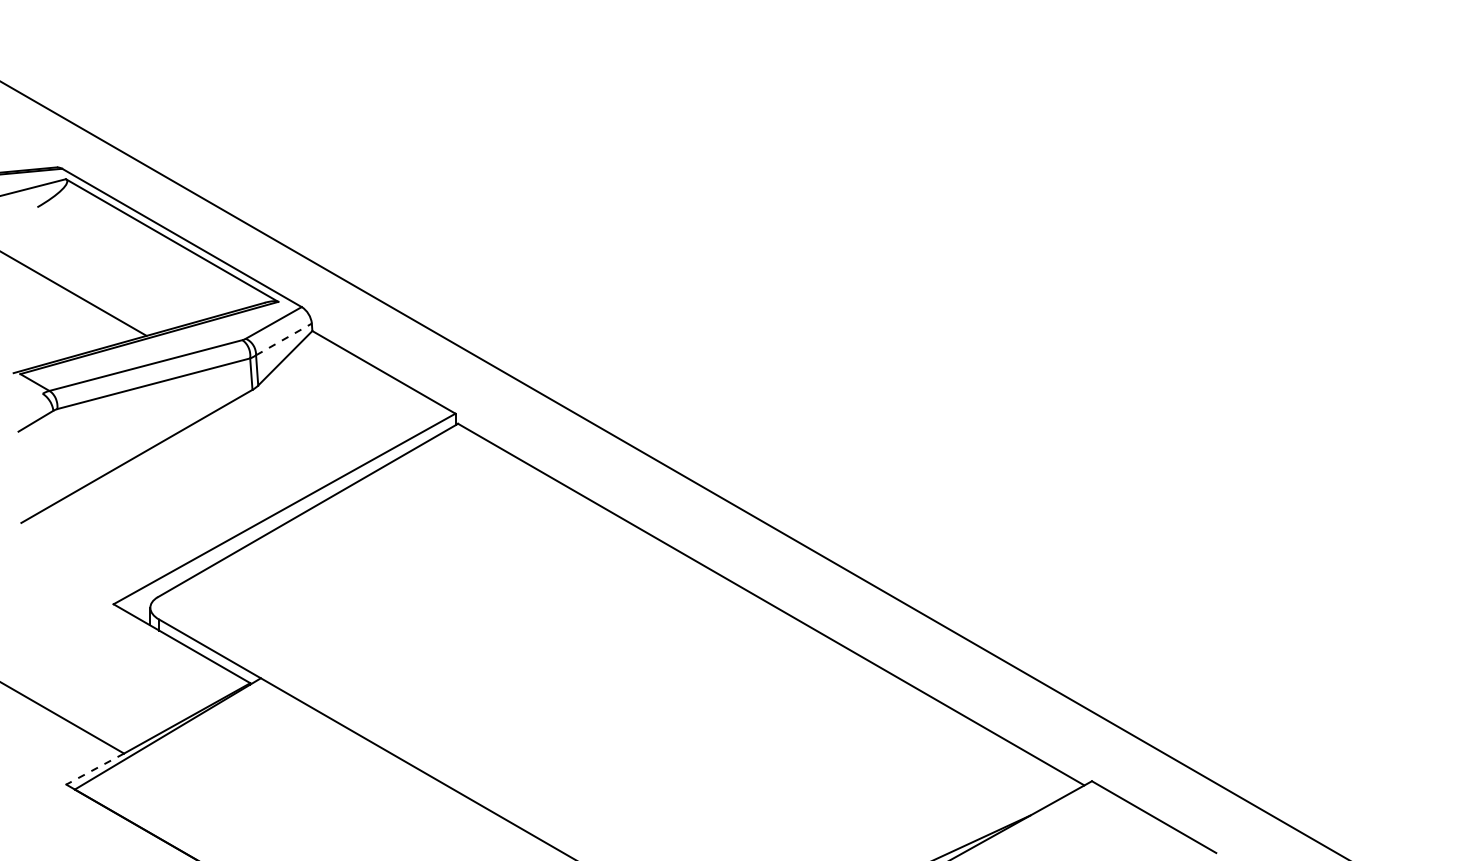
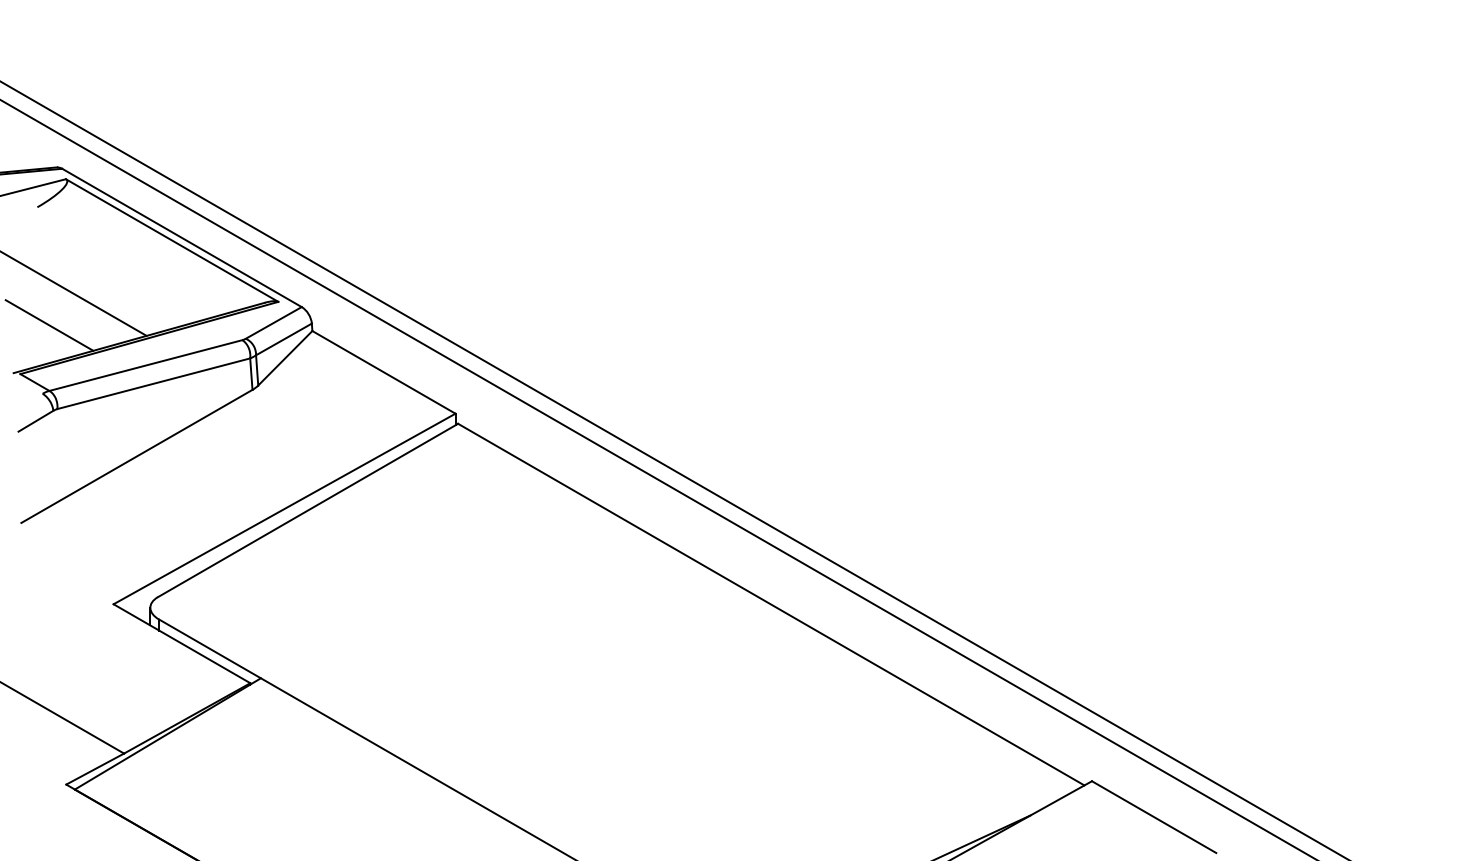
line at (49, 325): none -> present
line at (284, 339): dashed -> solid
line at (657, 478): none -> present
line at (95, 769): dashed -> solid
